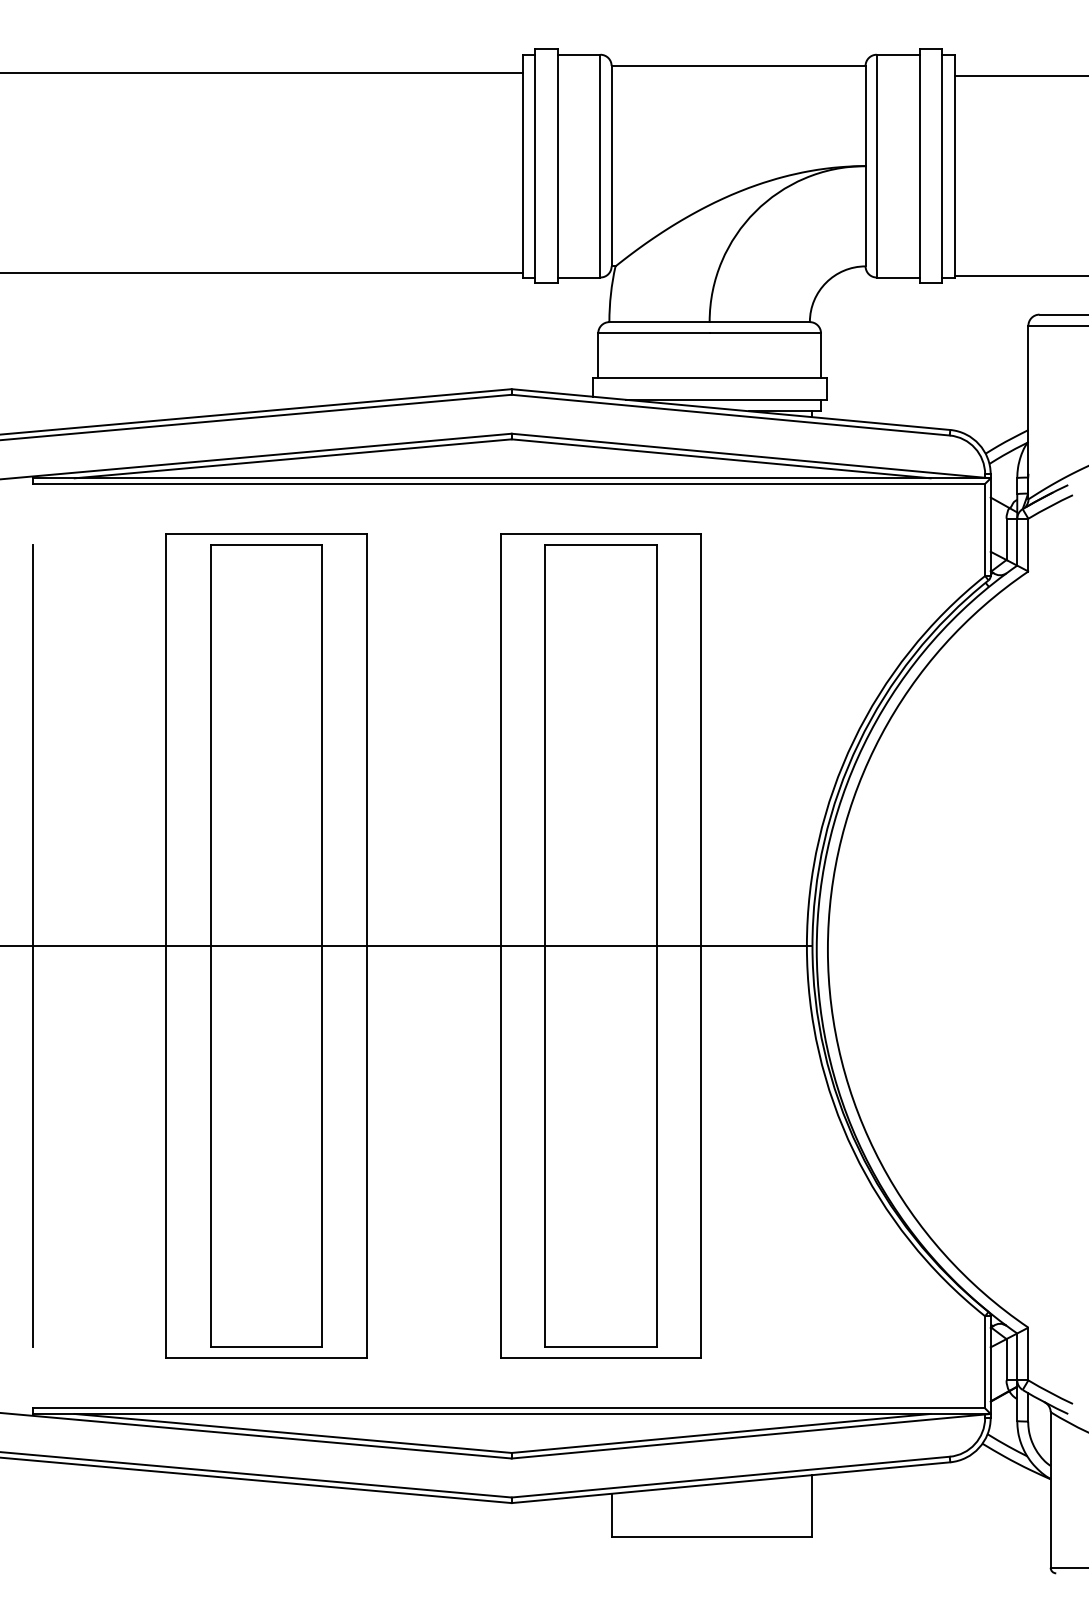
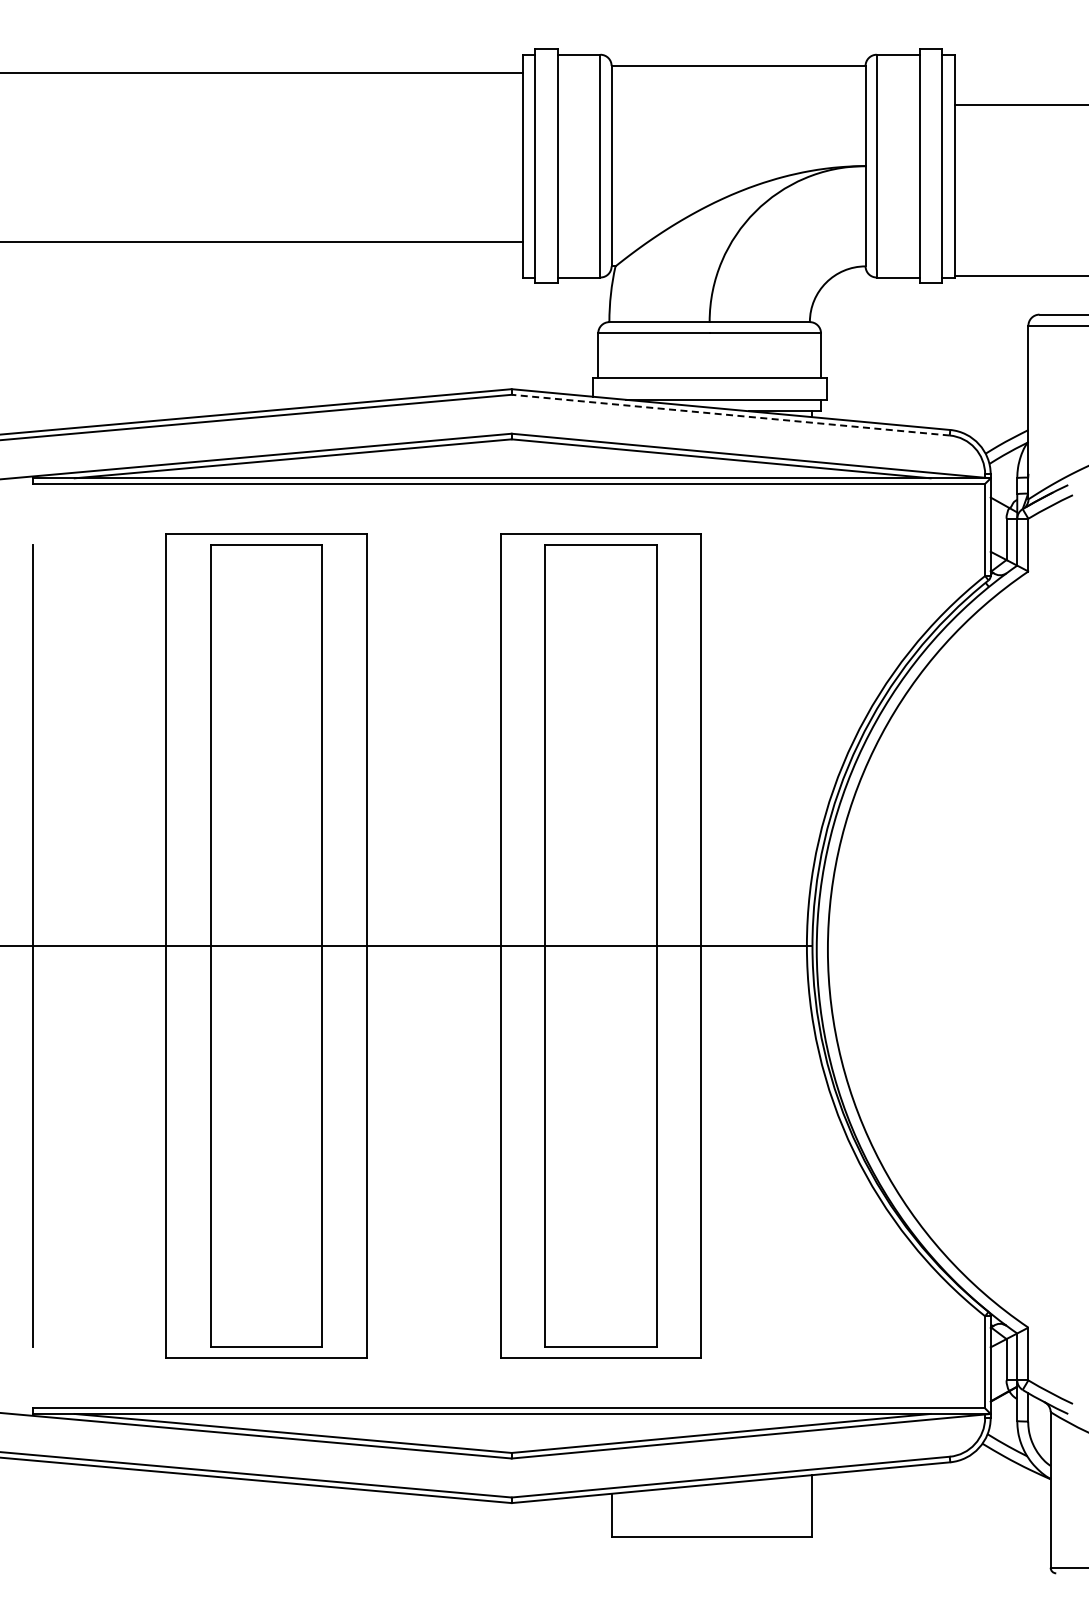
line at (1019, 75) position: (1019, 75) -> (1019, 104)
line at (262, 273) position: (262, 273) -> (262, 242)
line at (730, 415): solid -> dashed
